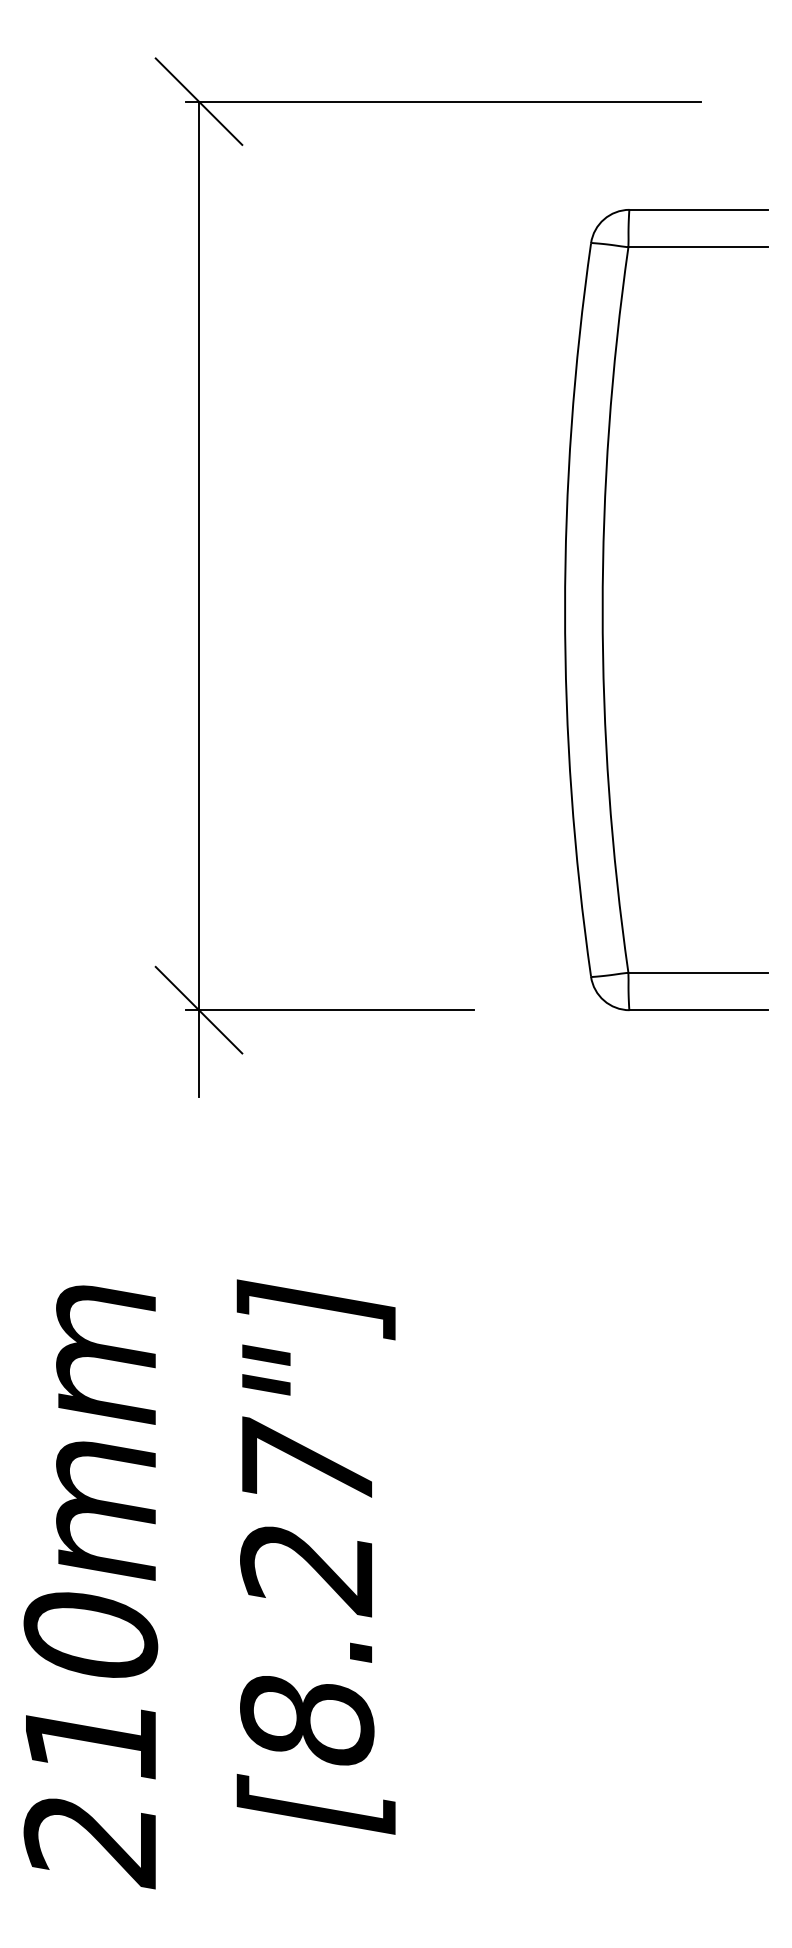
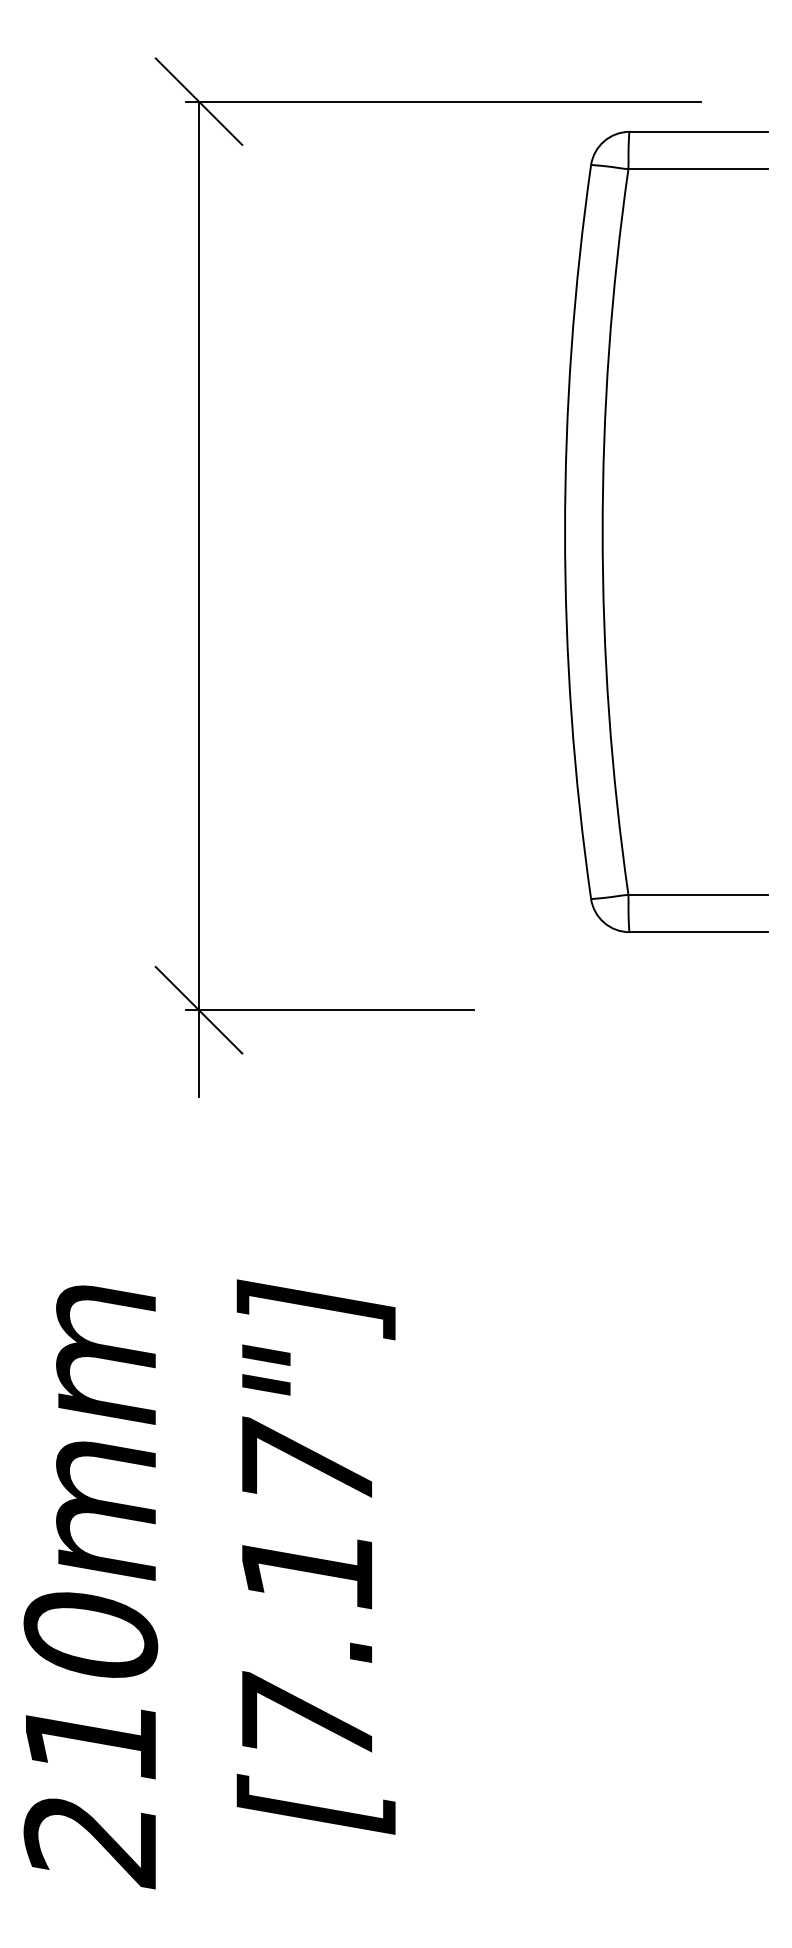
part at (603, 610) position: (603, 610) -> (603, 532)
text at (307, 1645): [8.27"] -> [7.17"]
